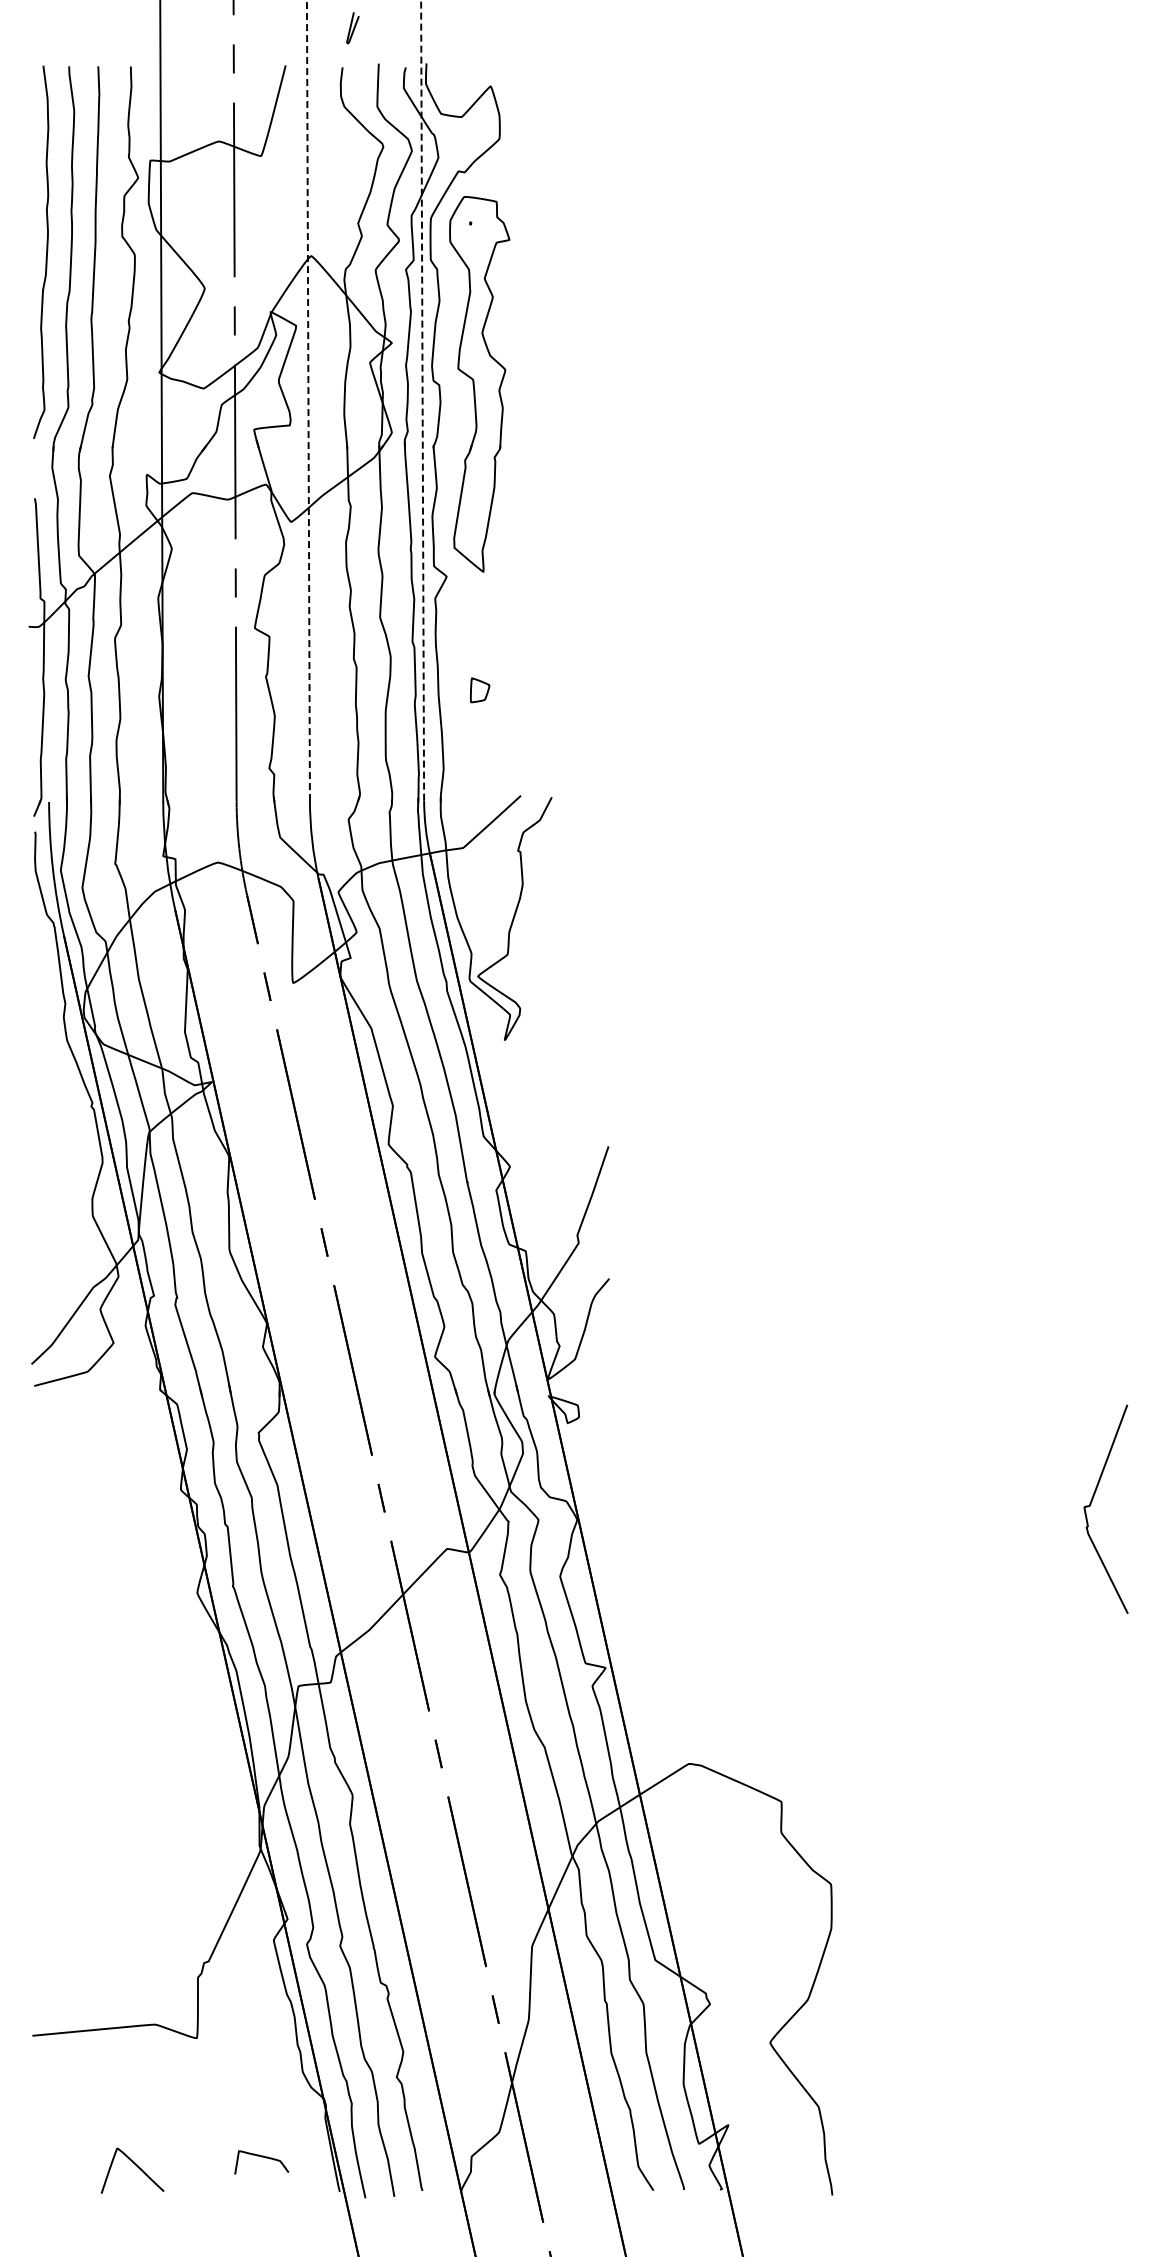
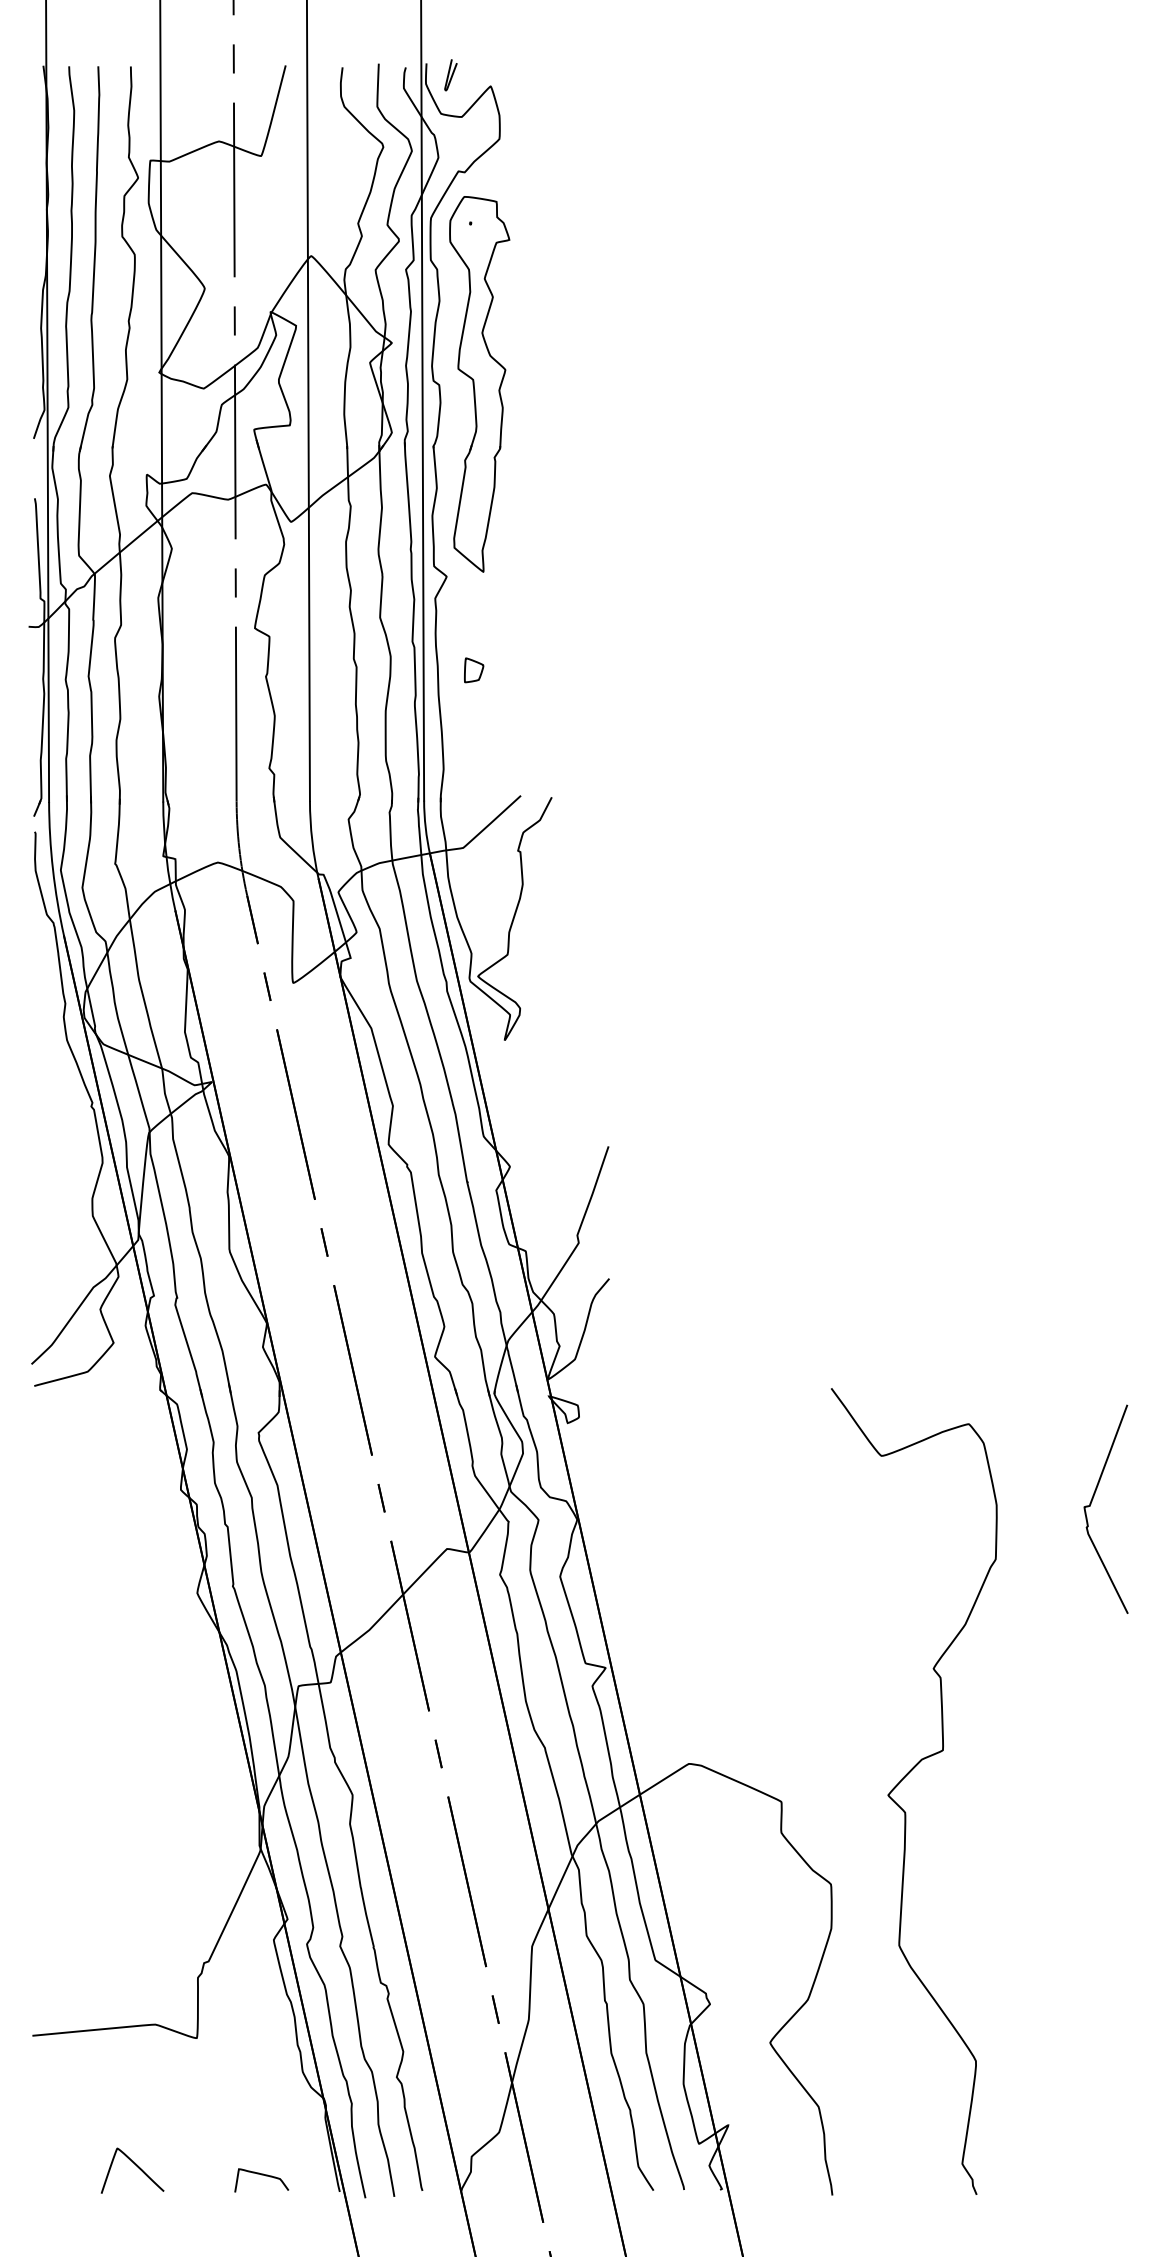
curve at (351, 28) position: (351, 28) -> (449, 75)
line at (308, 400): dashed -> solid
line at (422, 400): dashed -> solid
line at (47, 402): none -> present
part at (480, 690) position: (480, 690) -> (474, 670)
curve at (903, 1779): none -> present
curve at (261, 2157) position: (261, 2157) -> (261, 2175)
